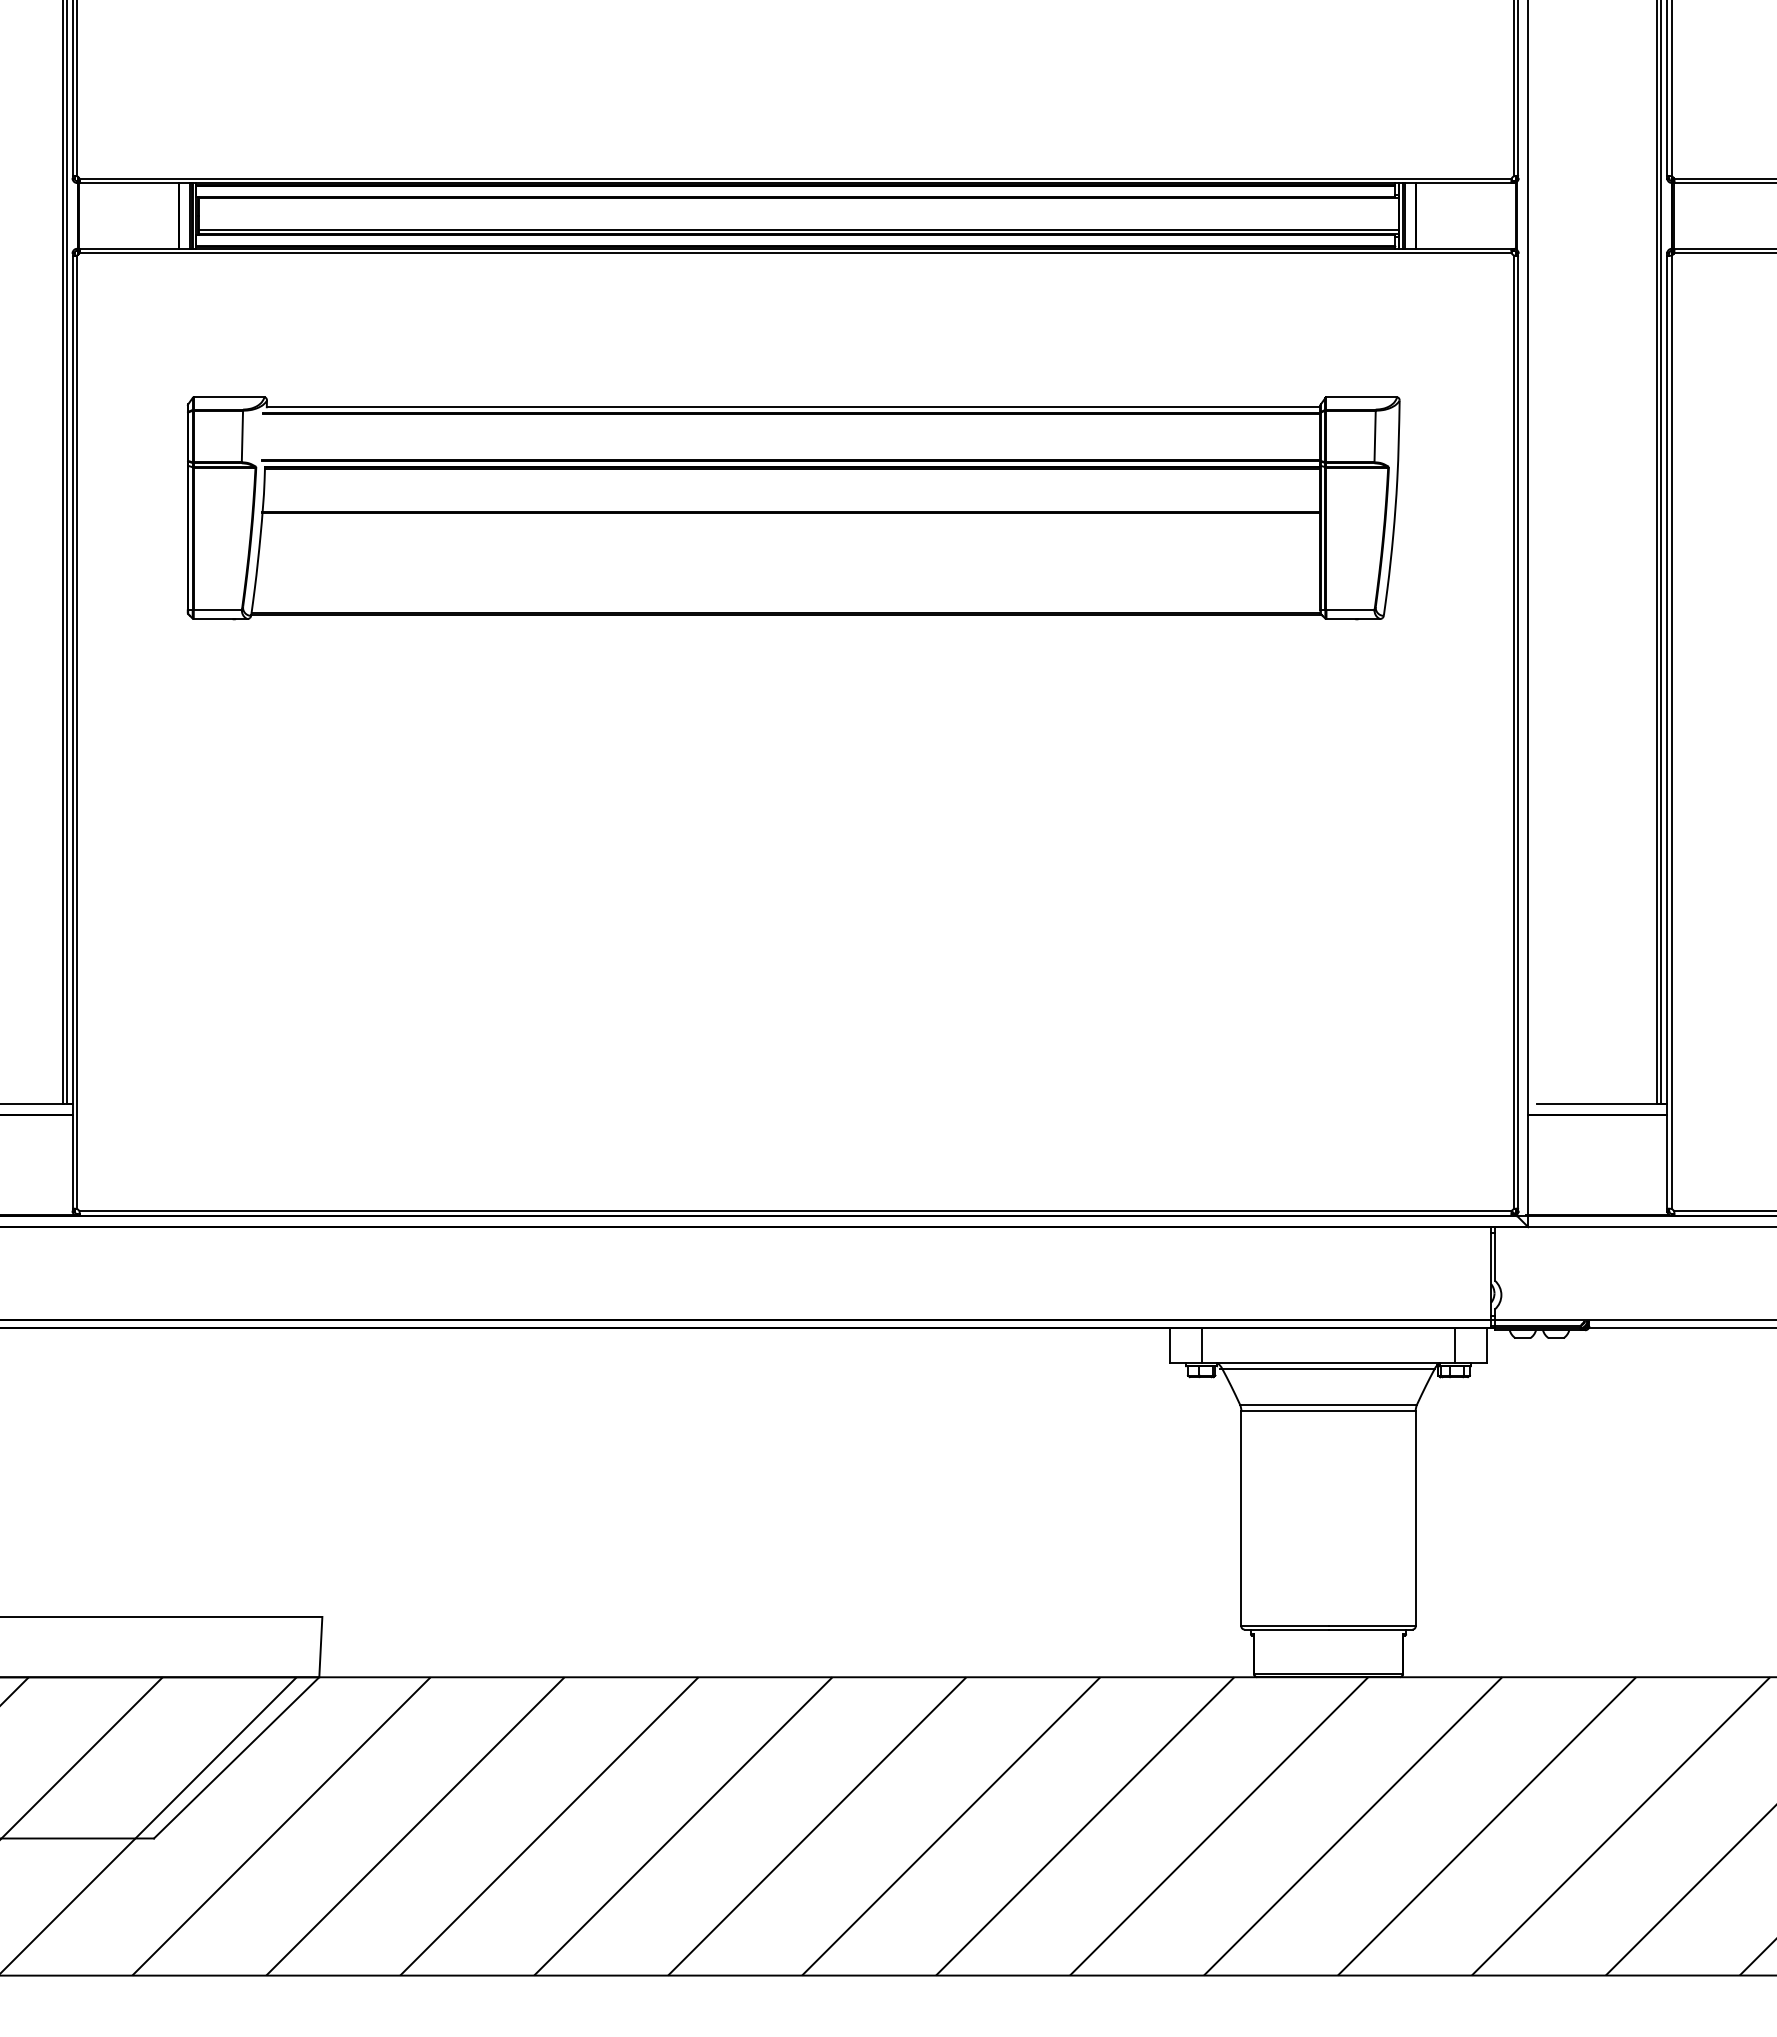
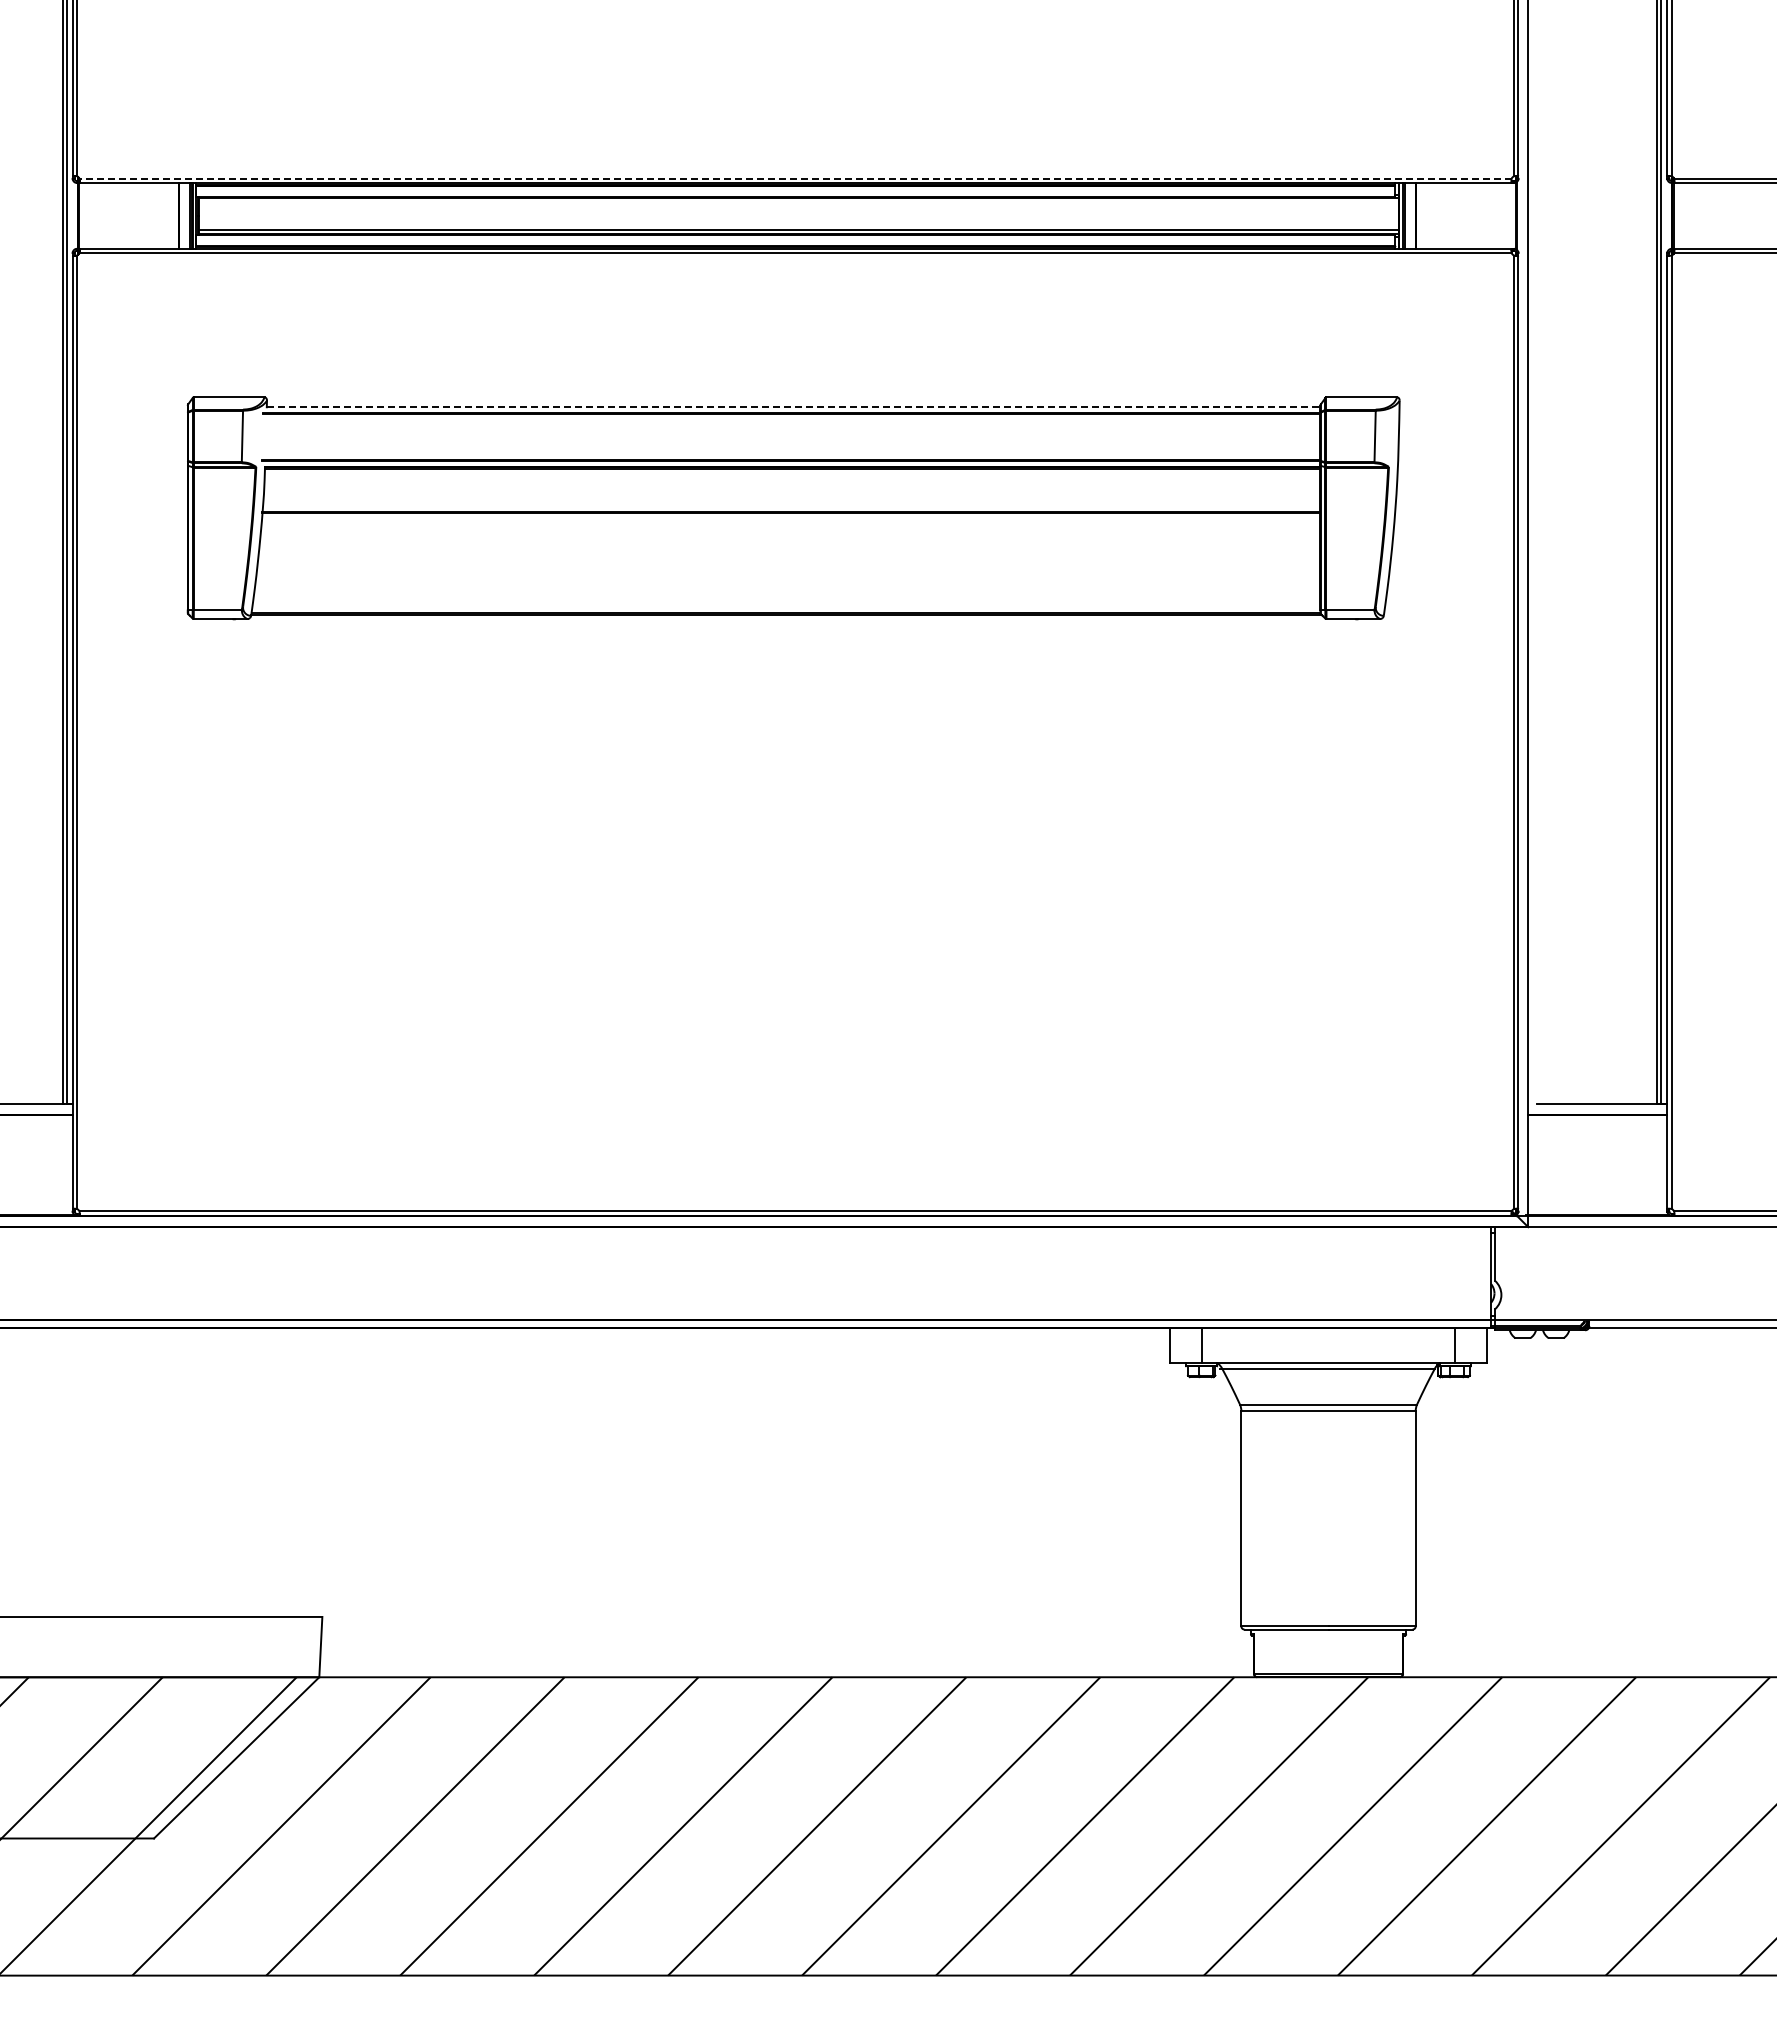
line at (795, 178): solid -> dashed
line at (793, 407): solid -> dashed
